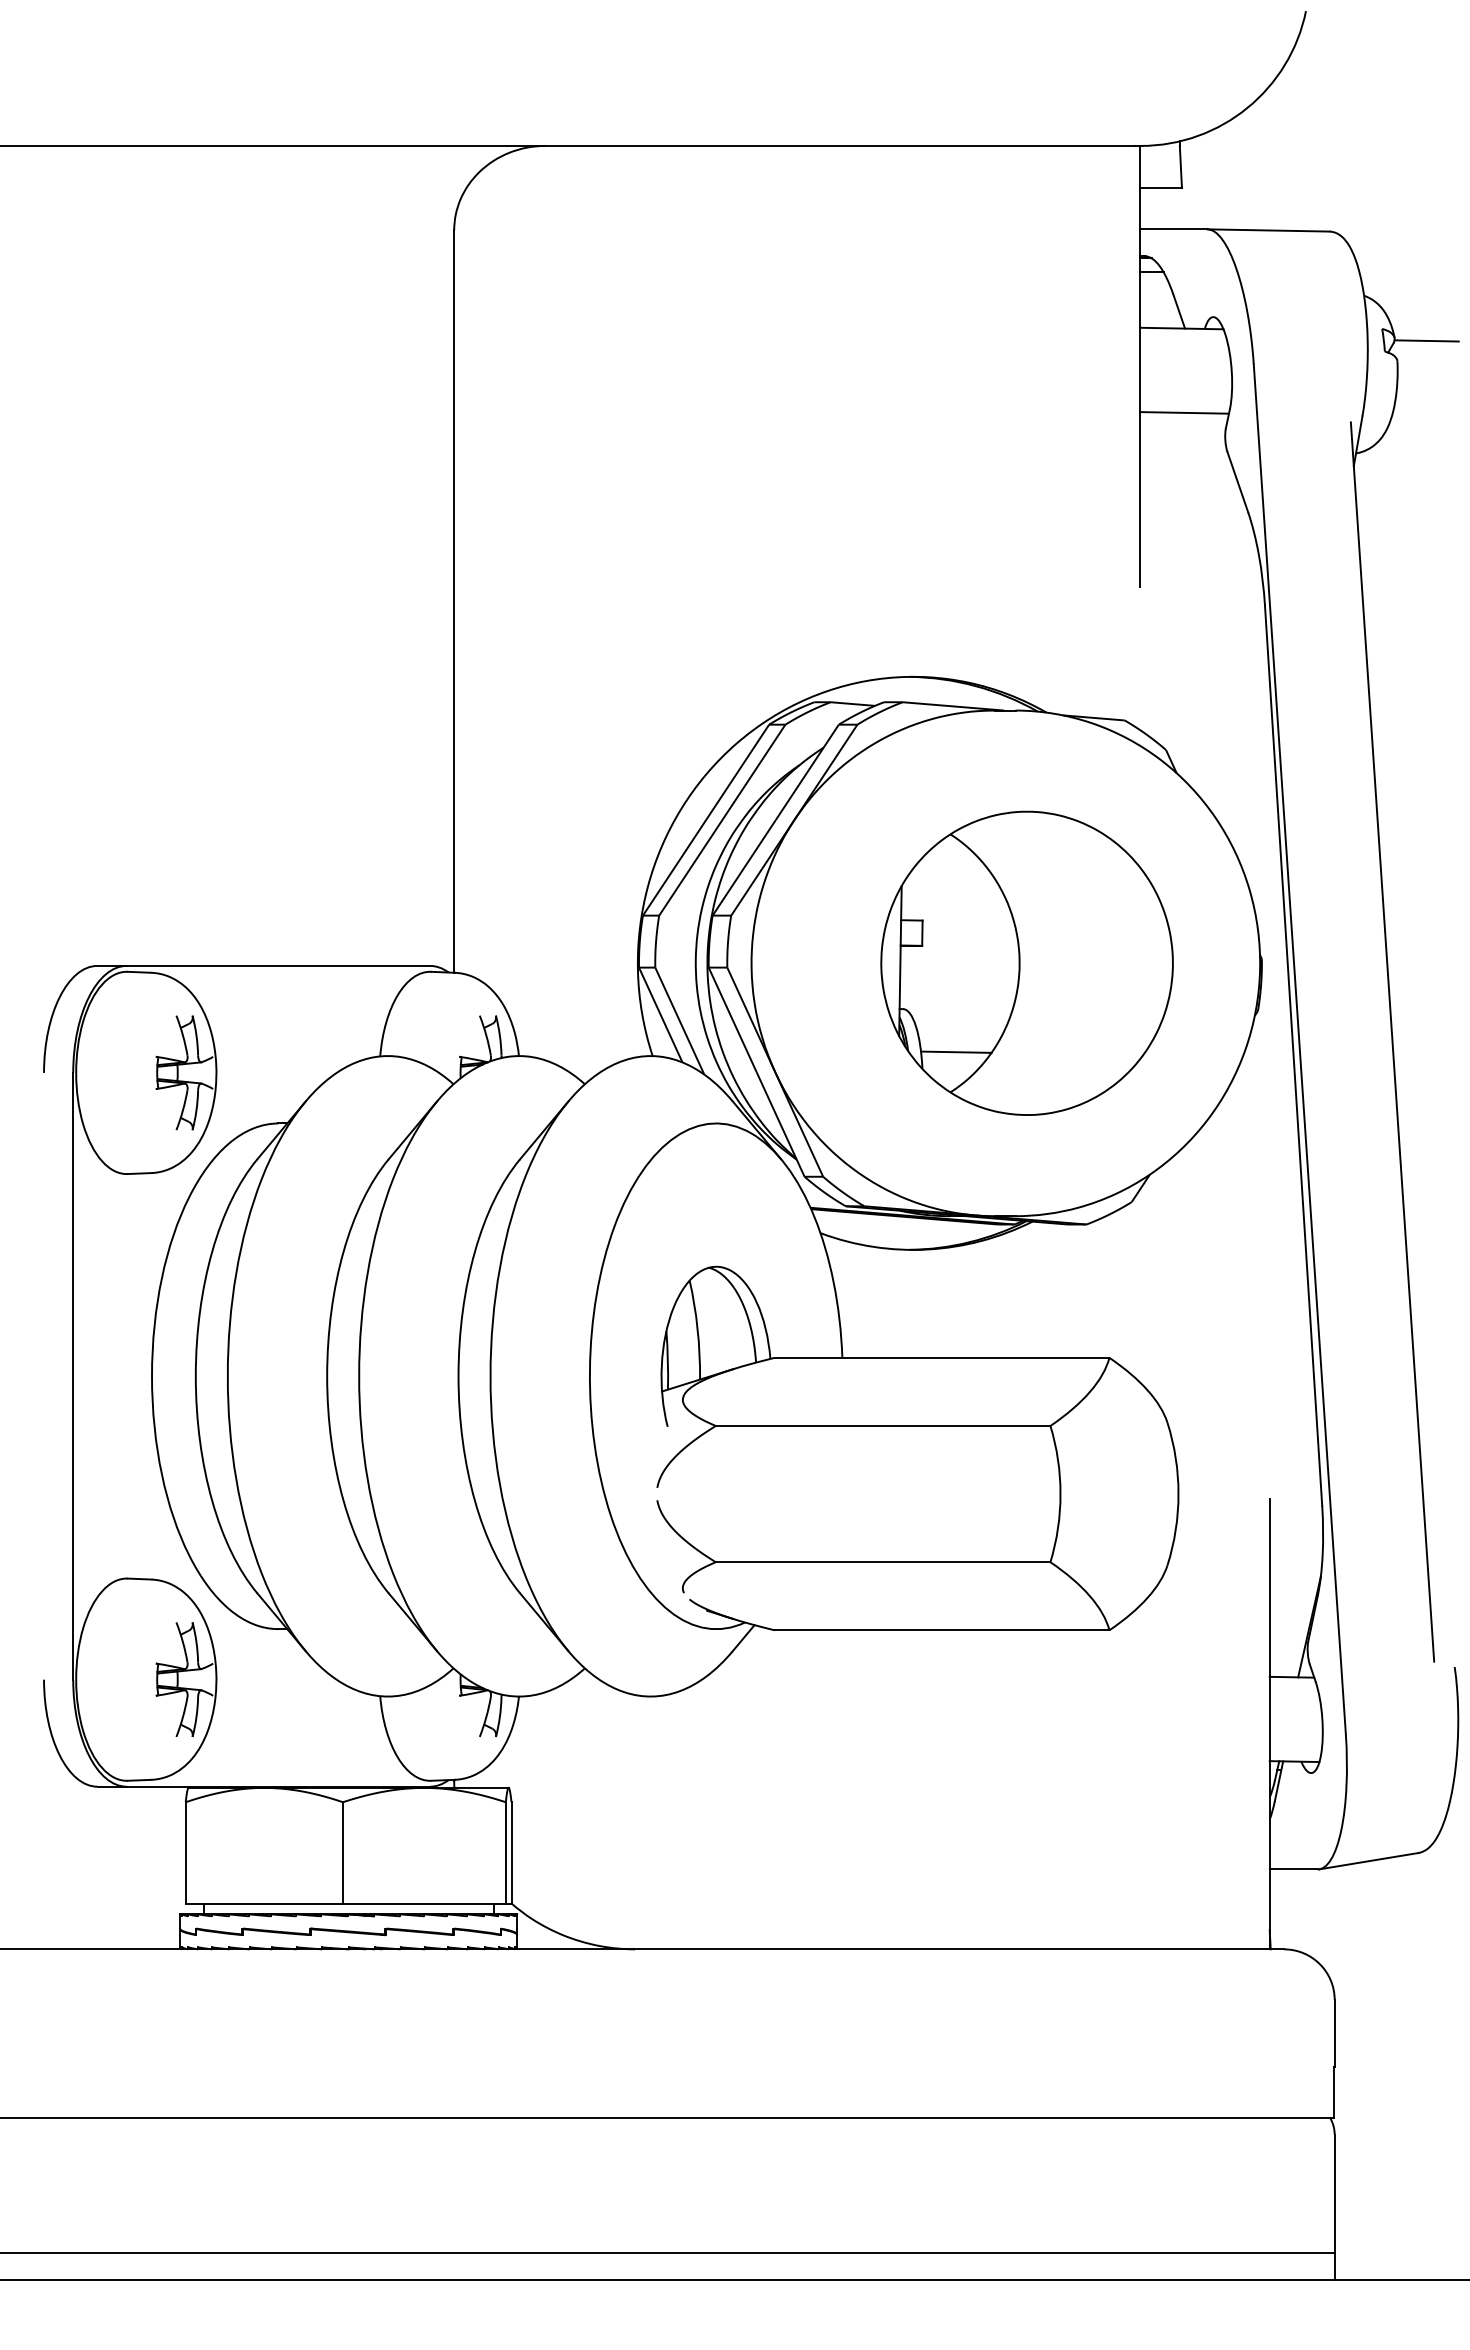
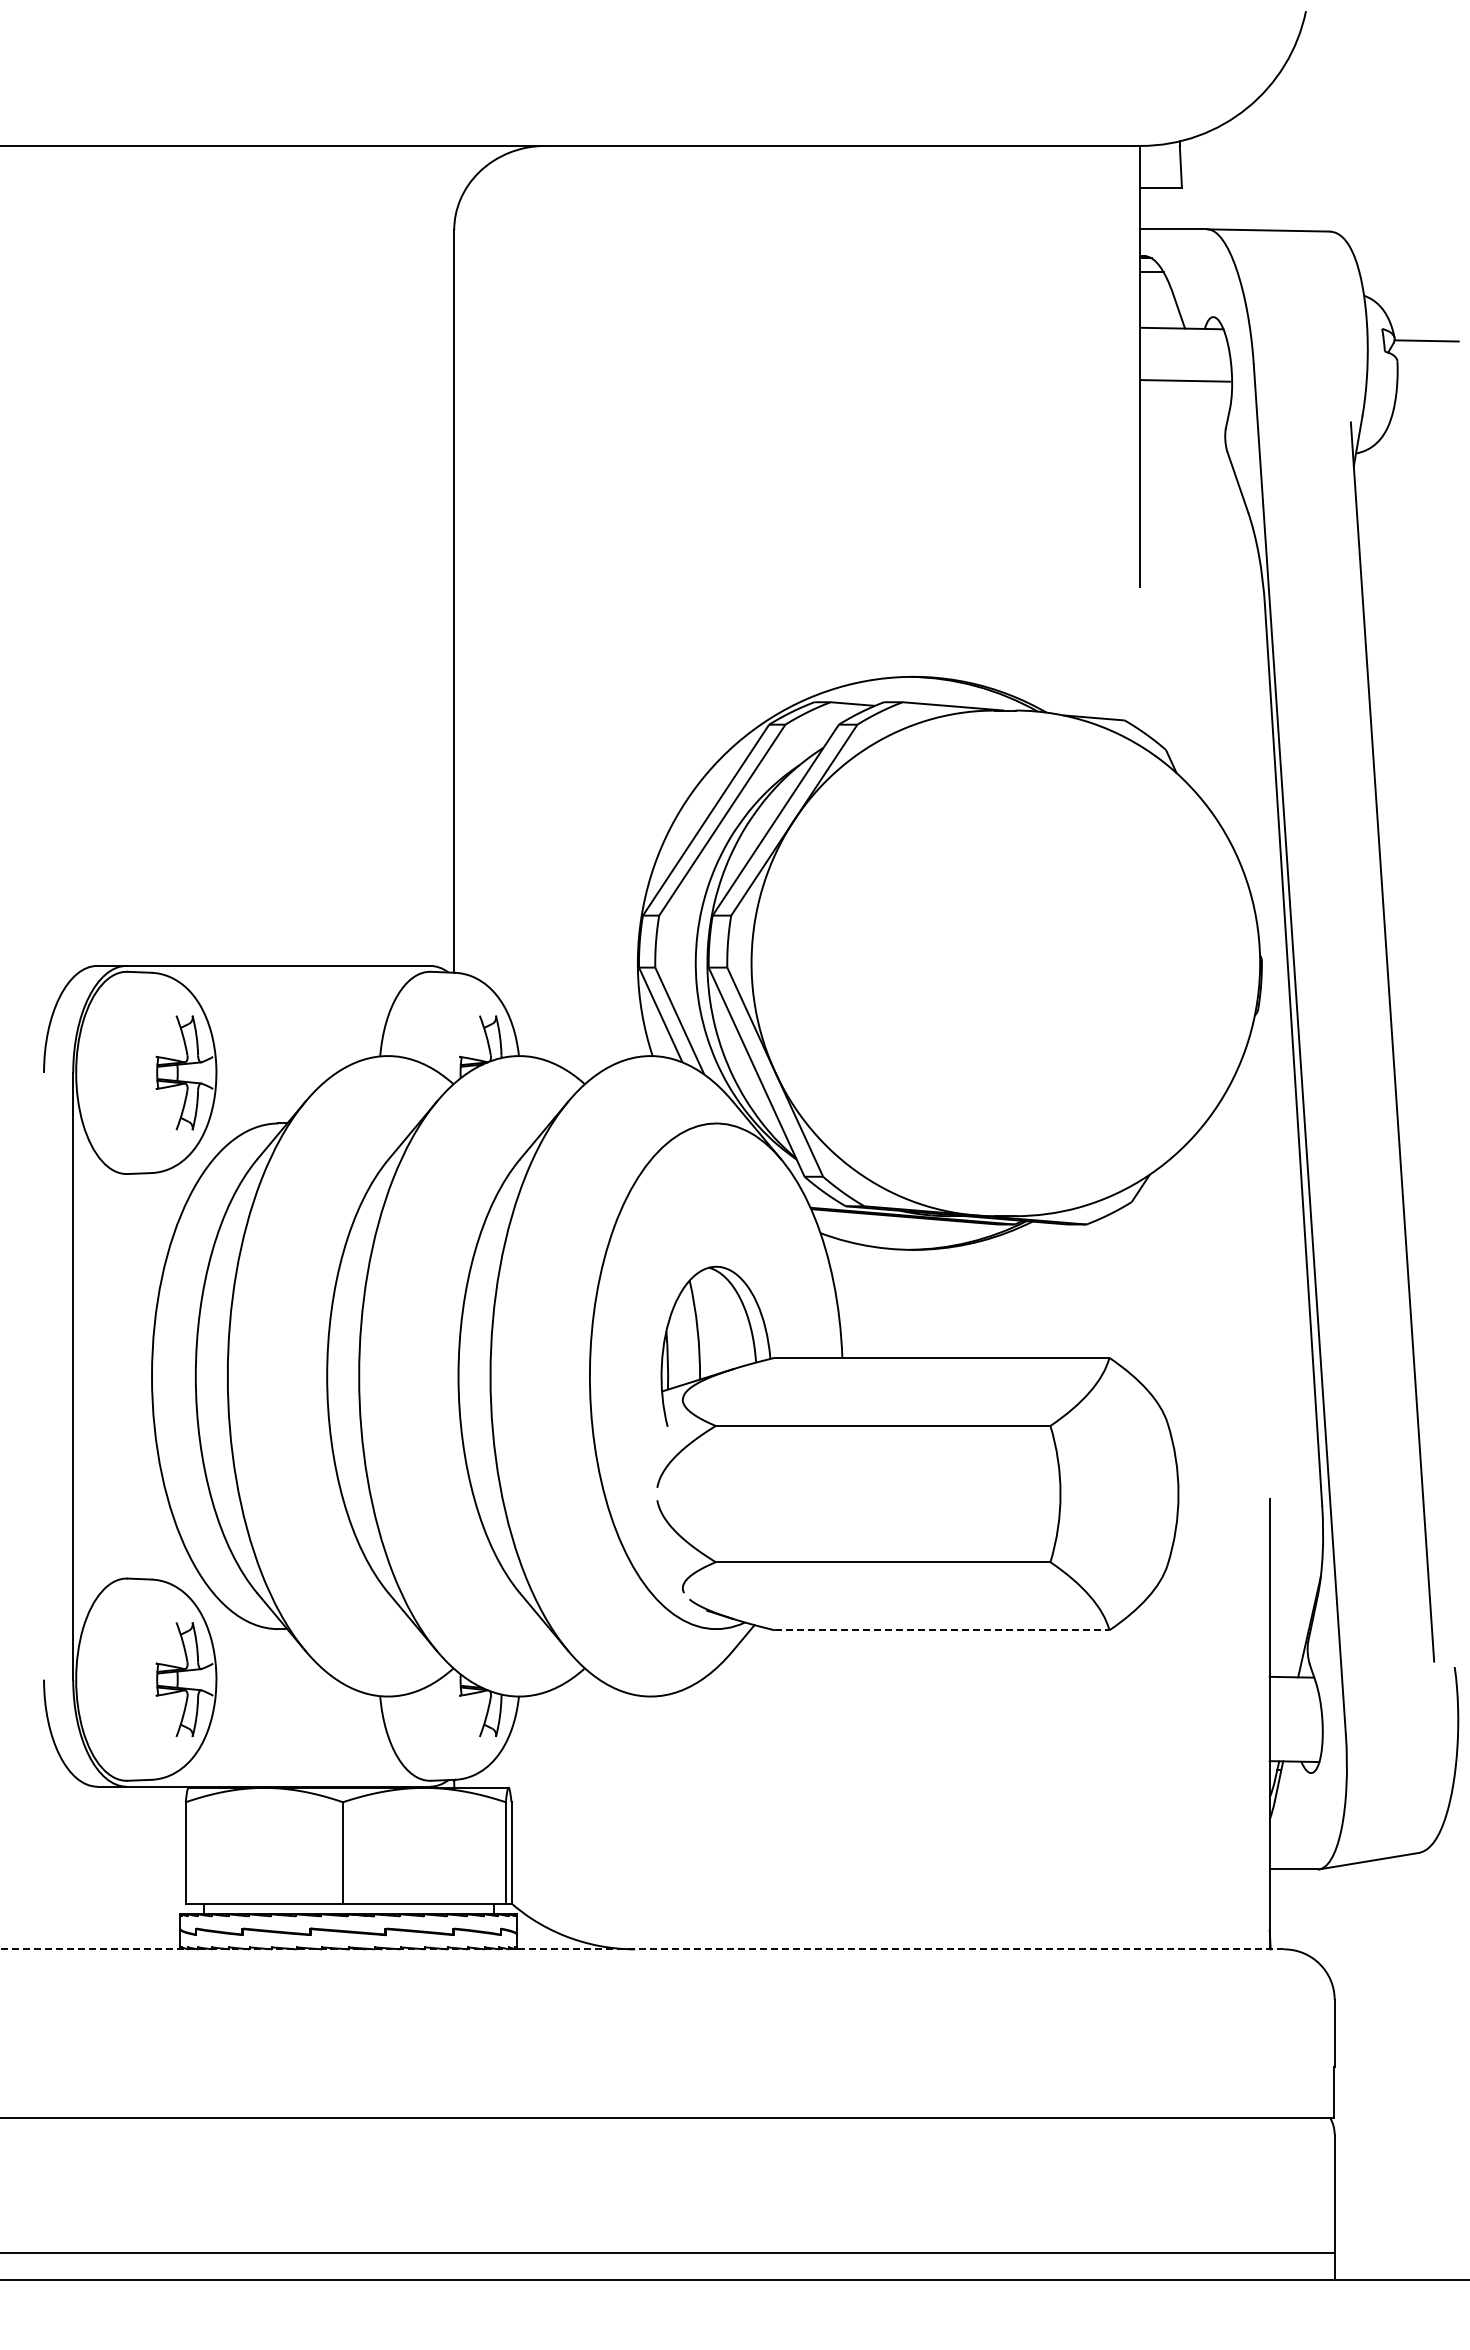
line at (1184, 412) position: (1184, 412) -> (1185, 380)
part at (1026, 962): present -> none
line at (942, 1630): solid -> dashed
line at (642, 1949): solid -> dashed
